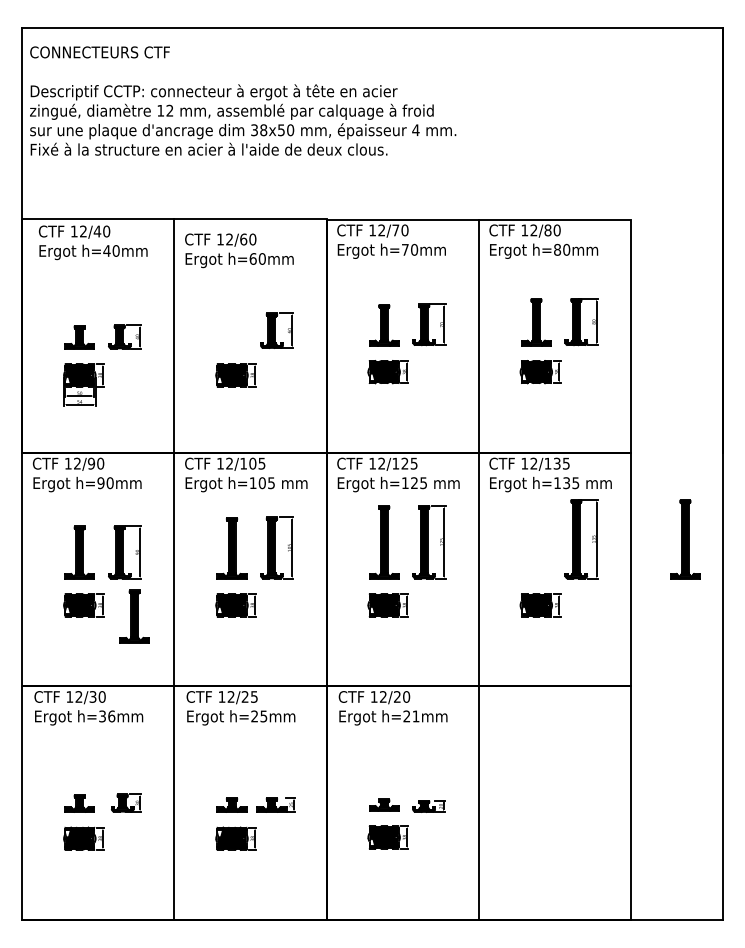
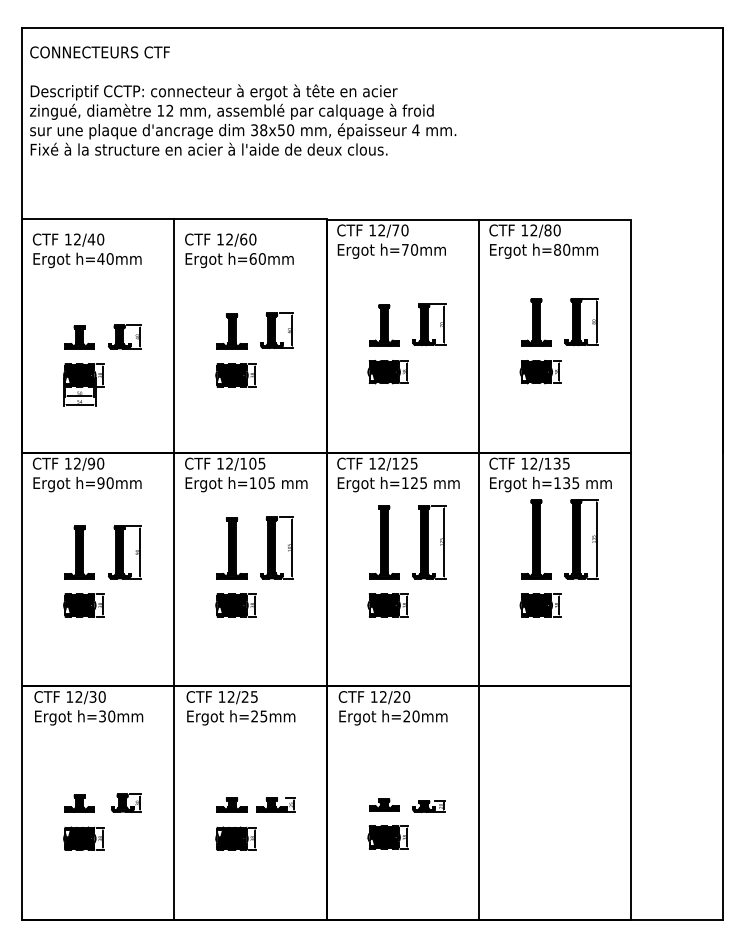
text at (92, 242) position: (92, 242) -> (86, 250)
part at (231, 331): none -> present
part at (685, 539) position: (685, 539) -> (536, 539)
part at (134, 616): present -> none
text at (111, 715): h=36mm -> h=30mm
text at (415, 716): h=21mm -> h=20mm
